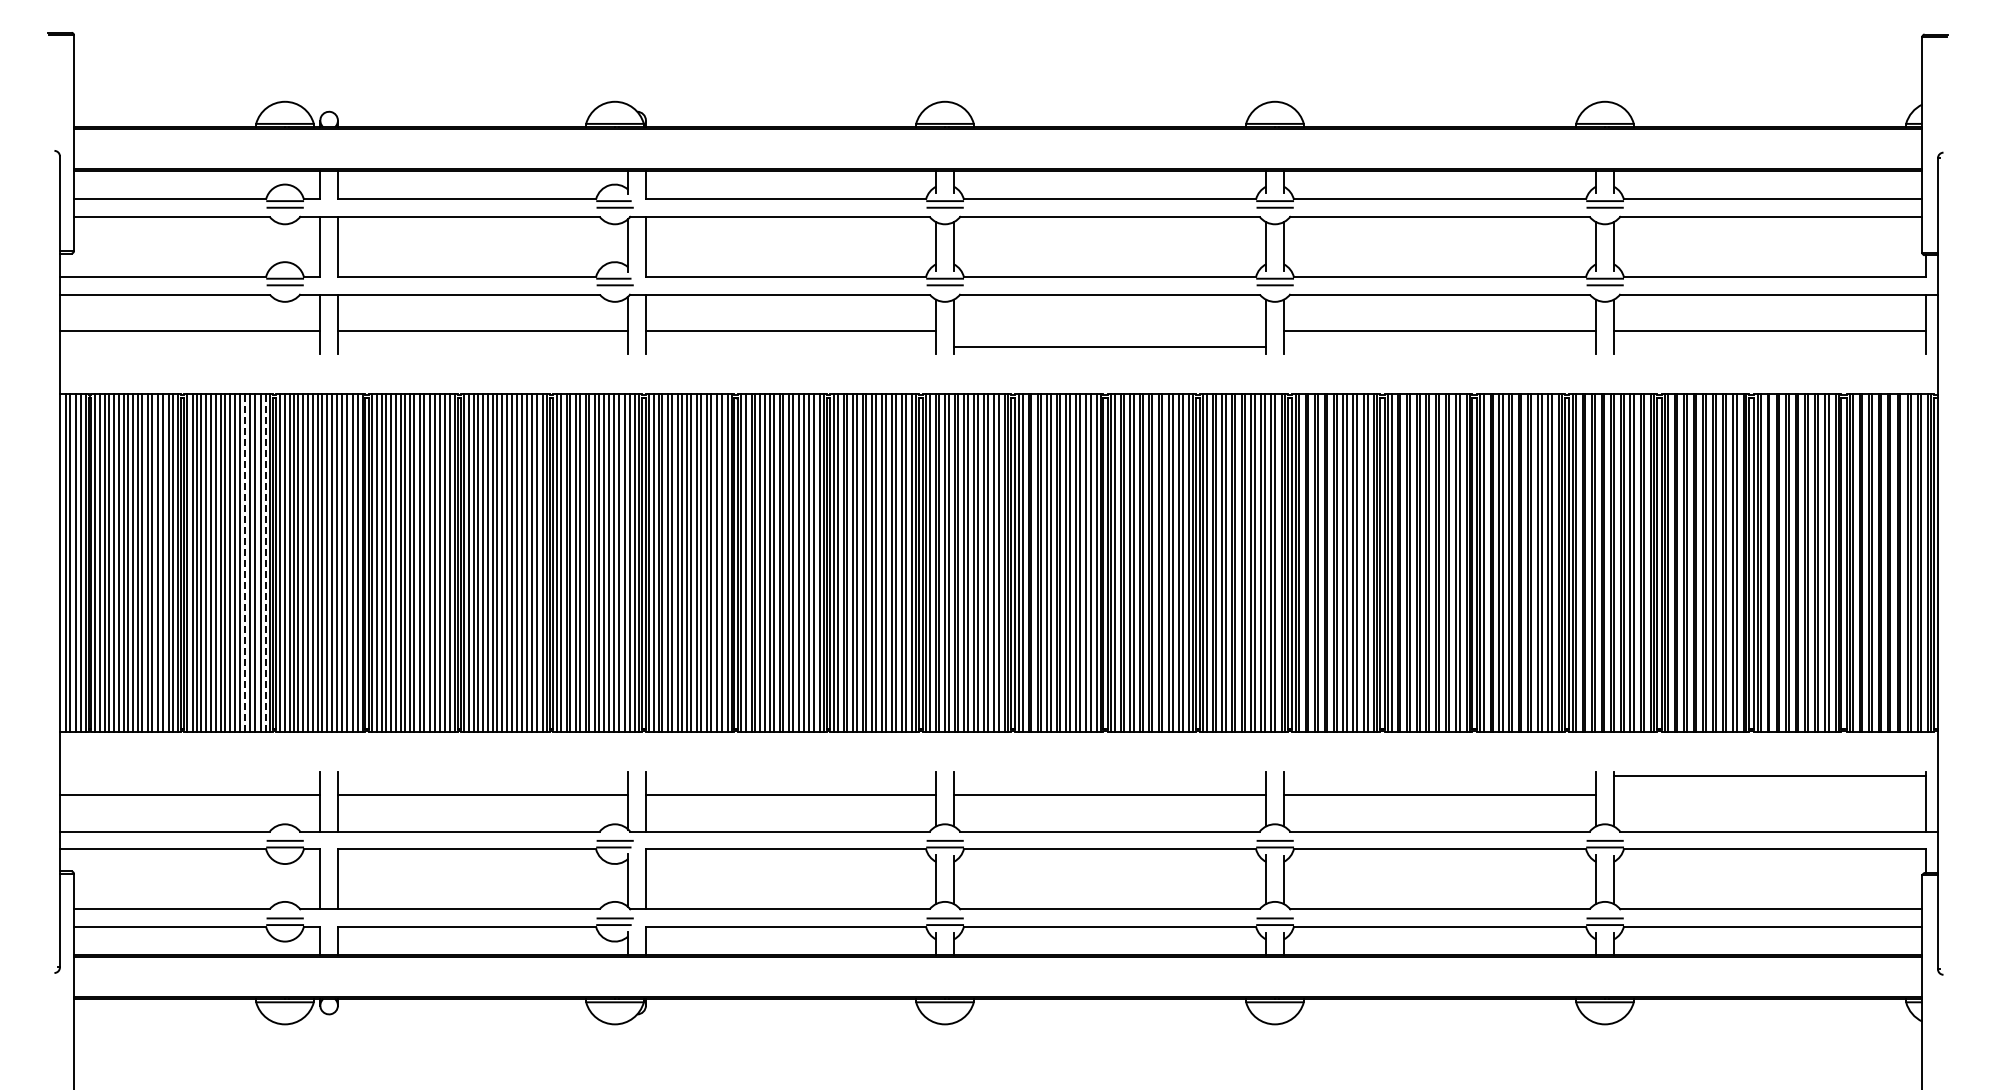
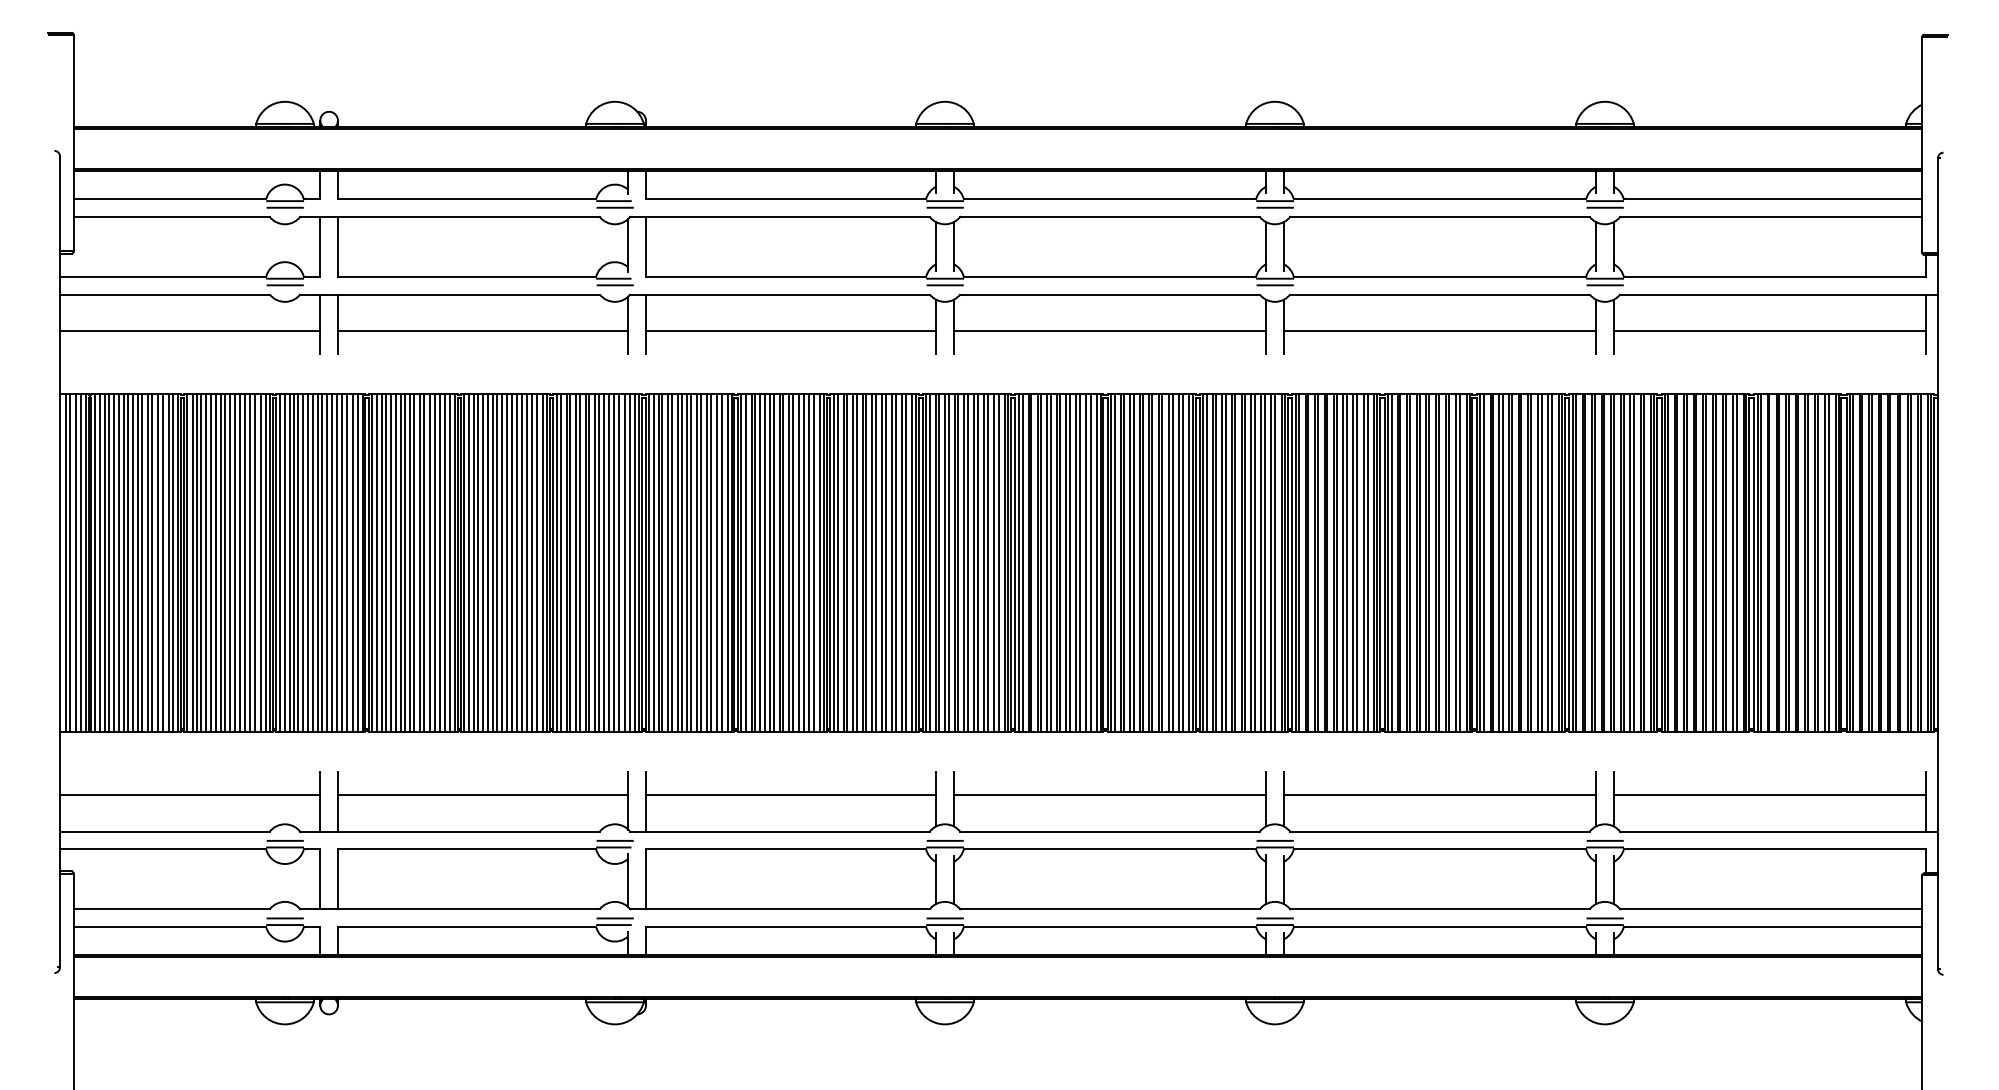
line at (1109, 347) position: (1109, 347) -> (1109, 331)
line at (244, 563): dashed -> solid
line at (265, 563): dashed -> solid
line at (1769, 775) position: (1769, 775) -> (1769, 794)
